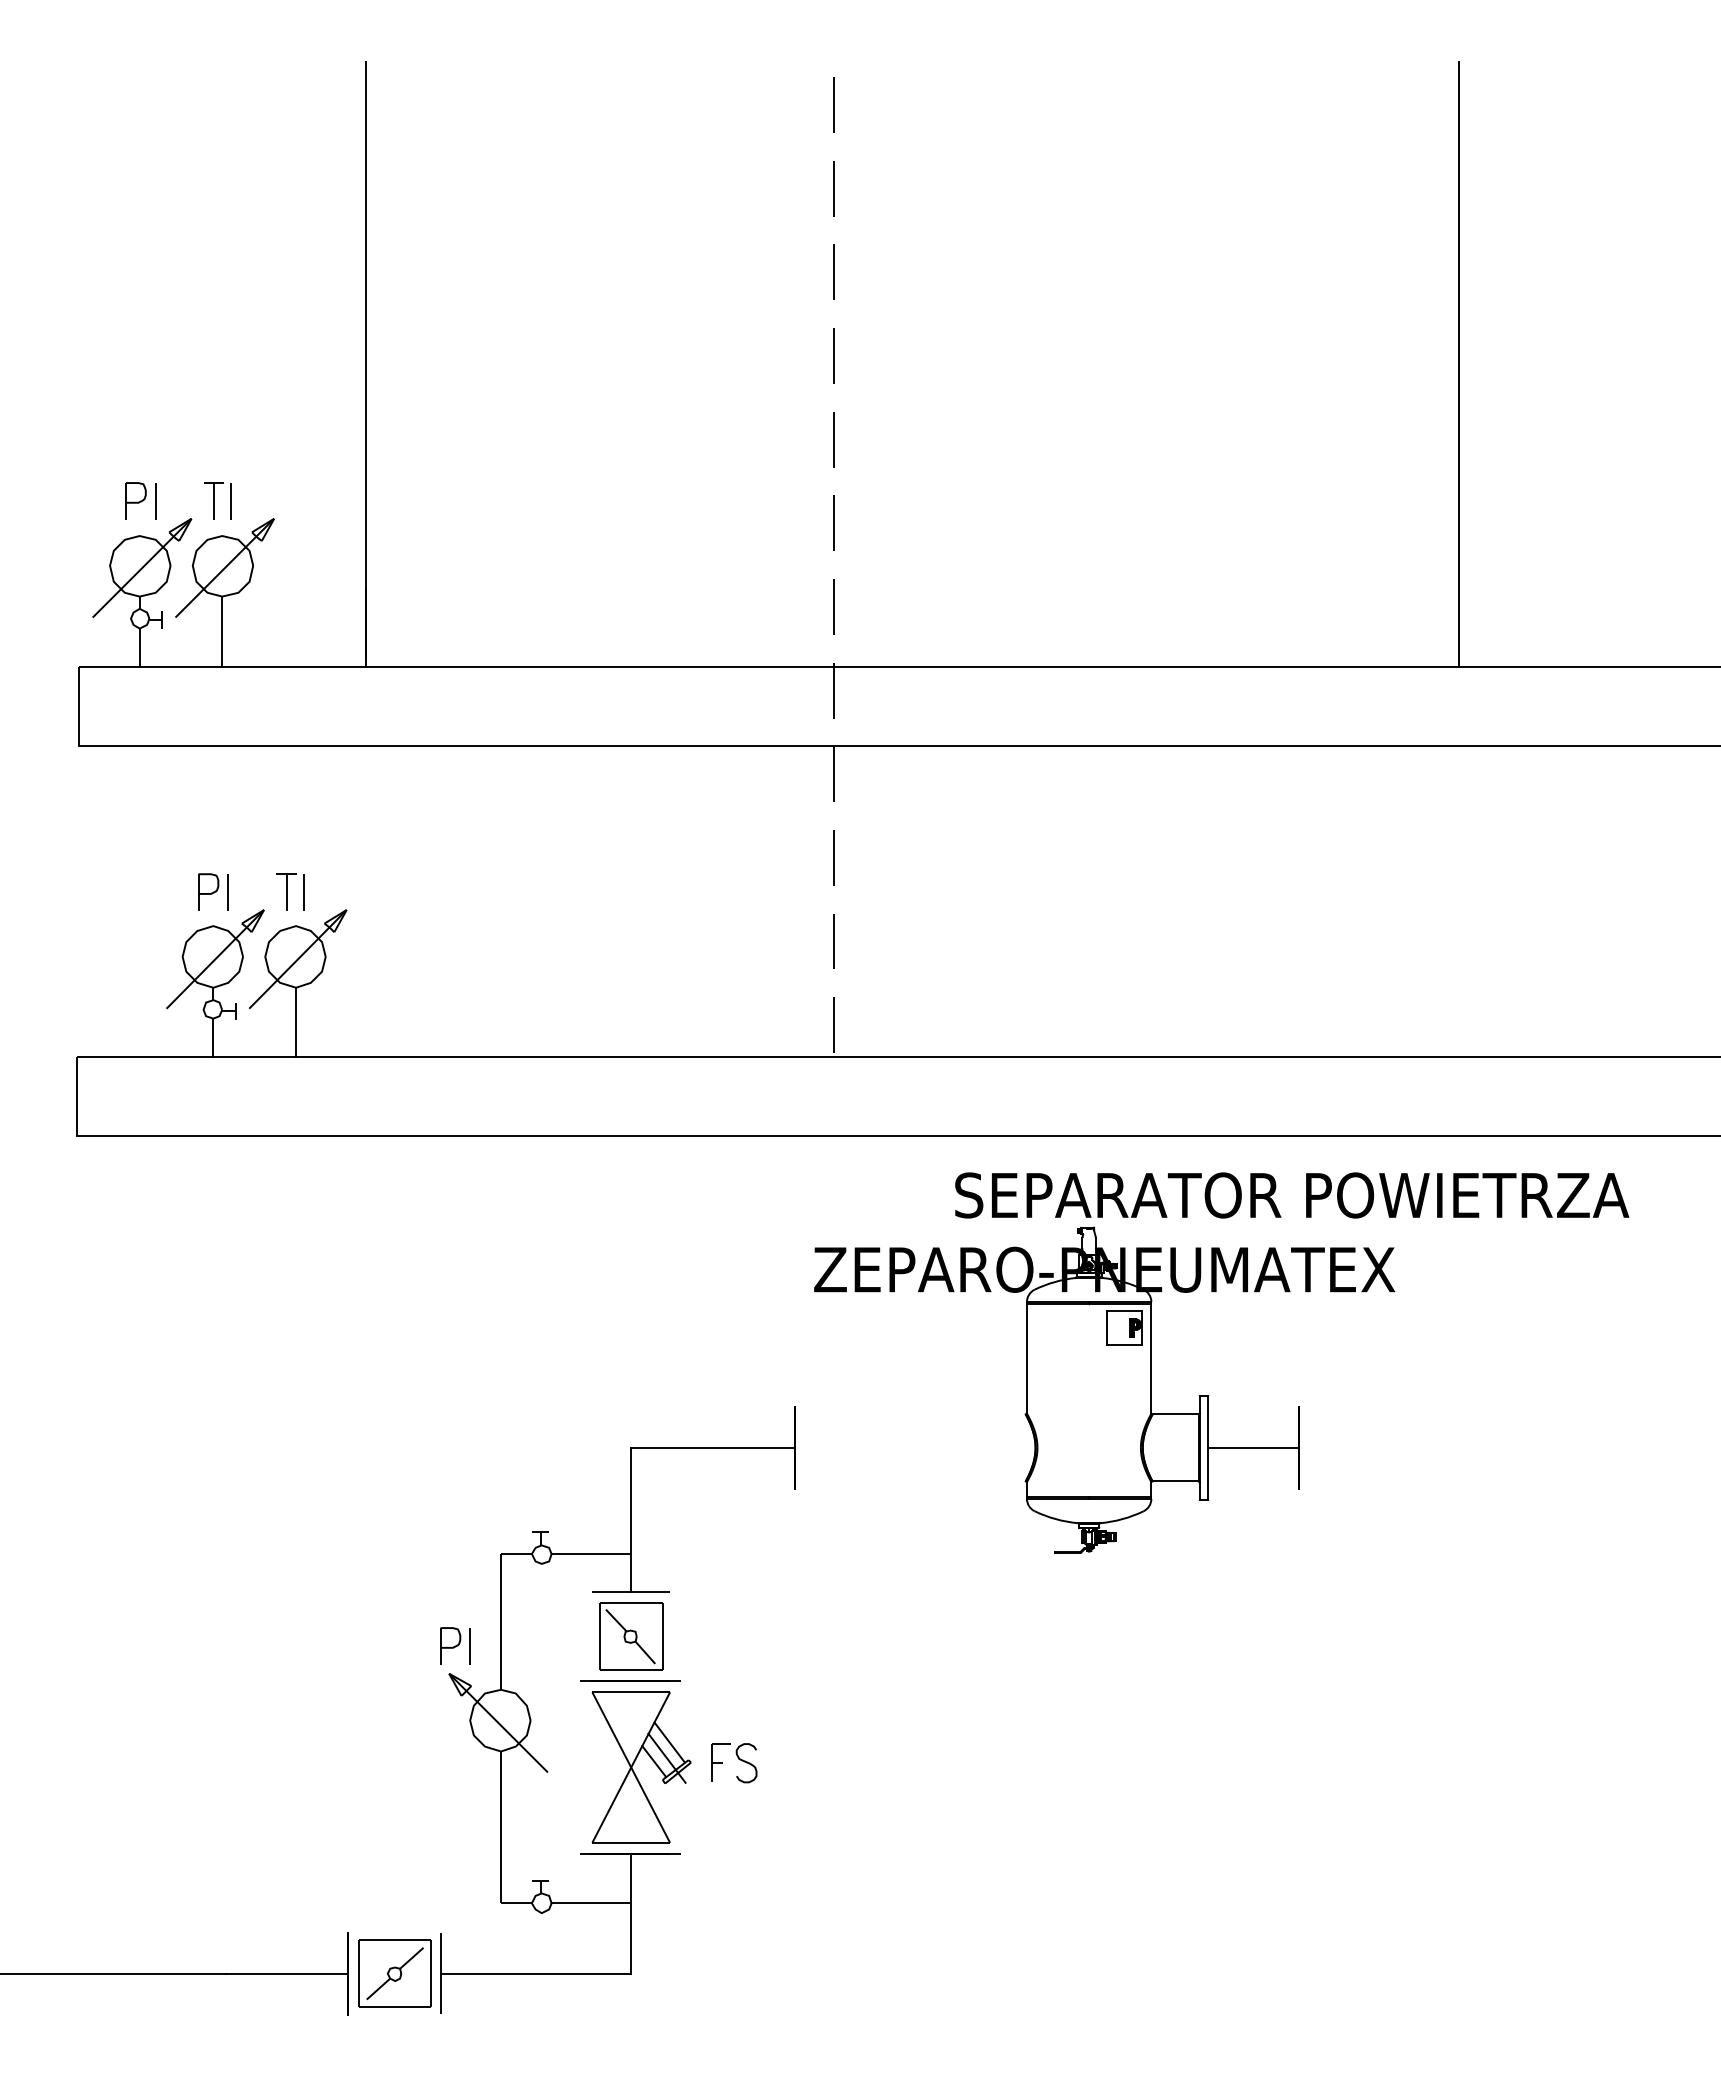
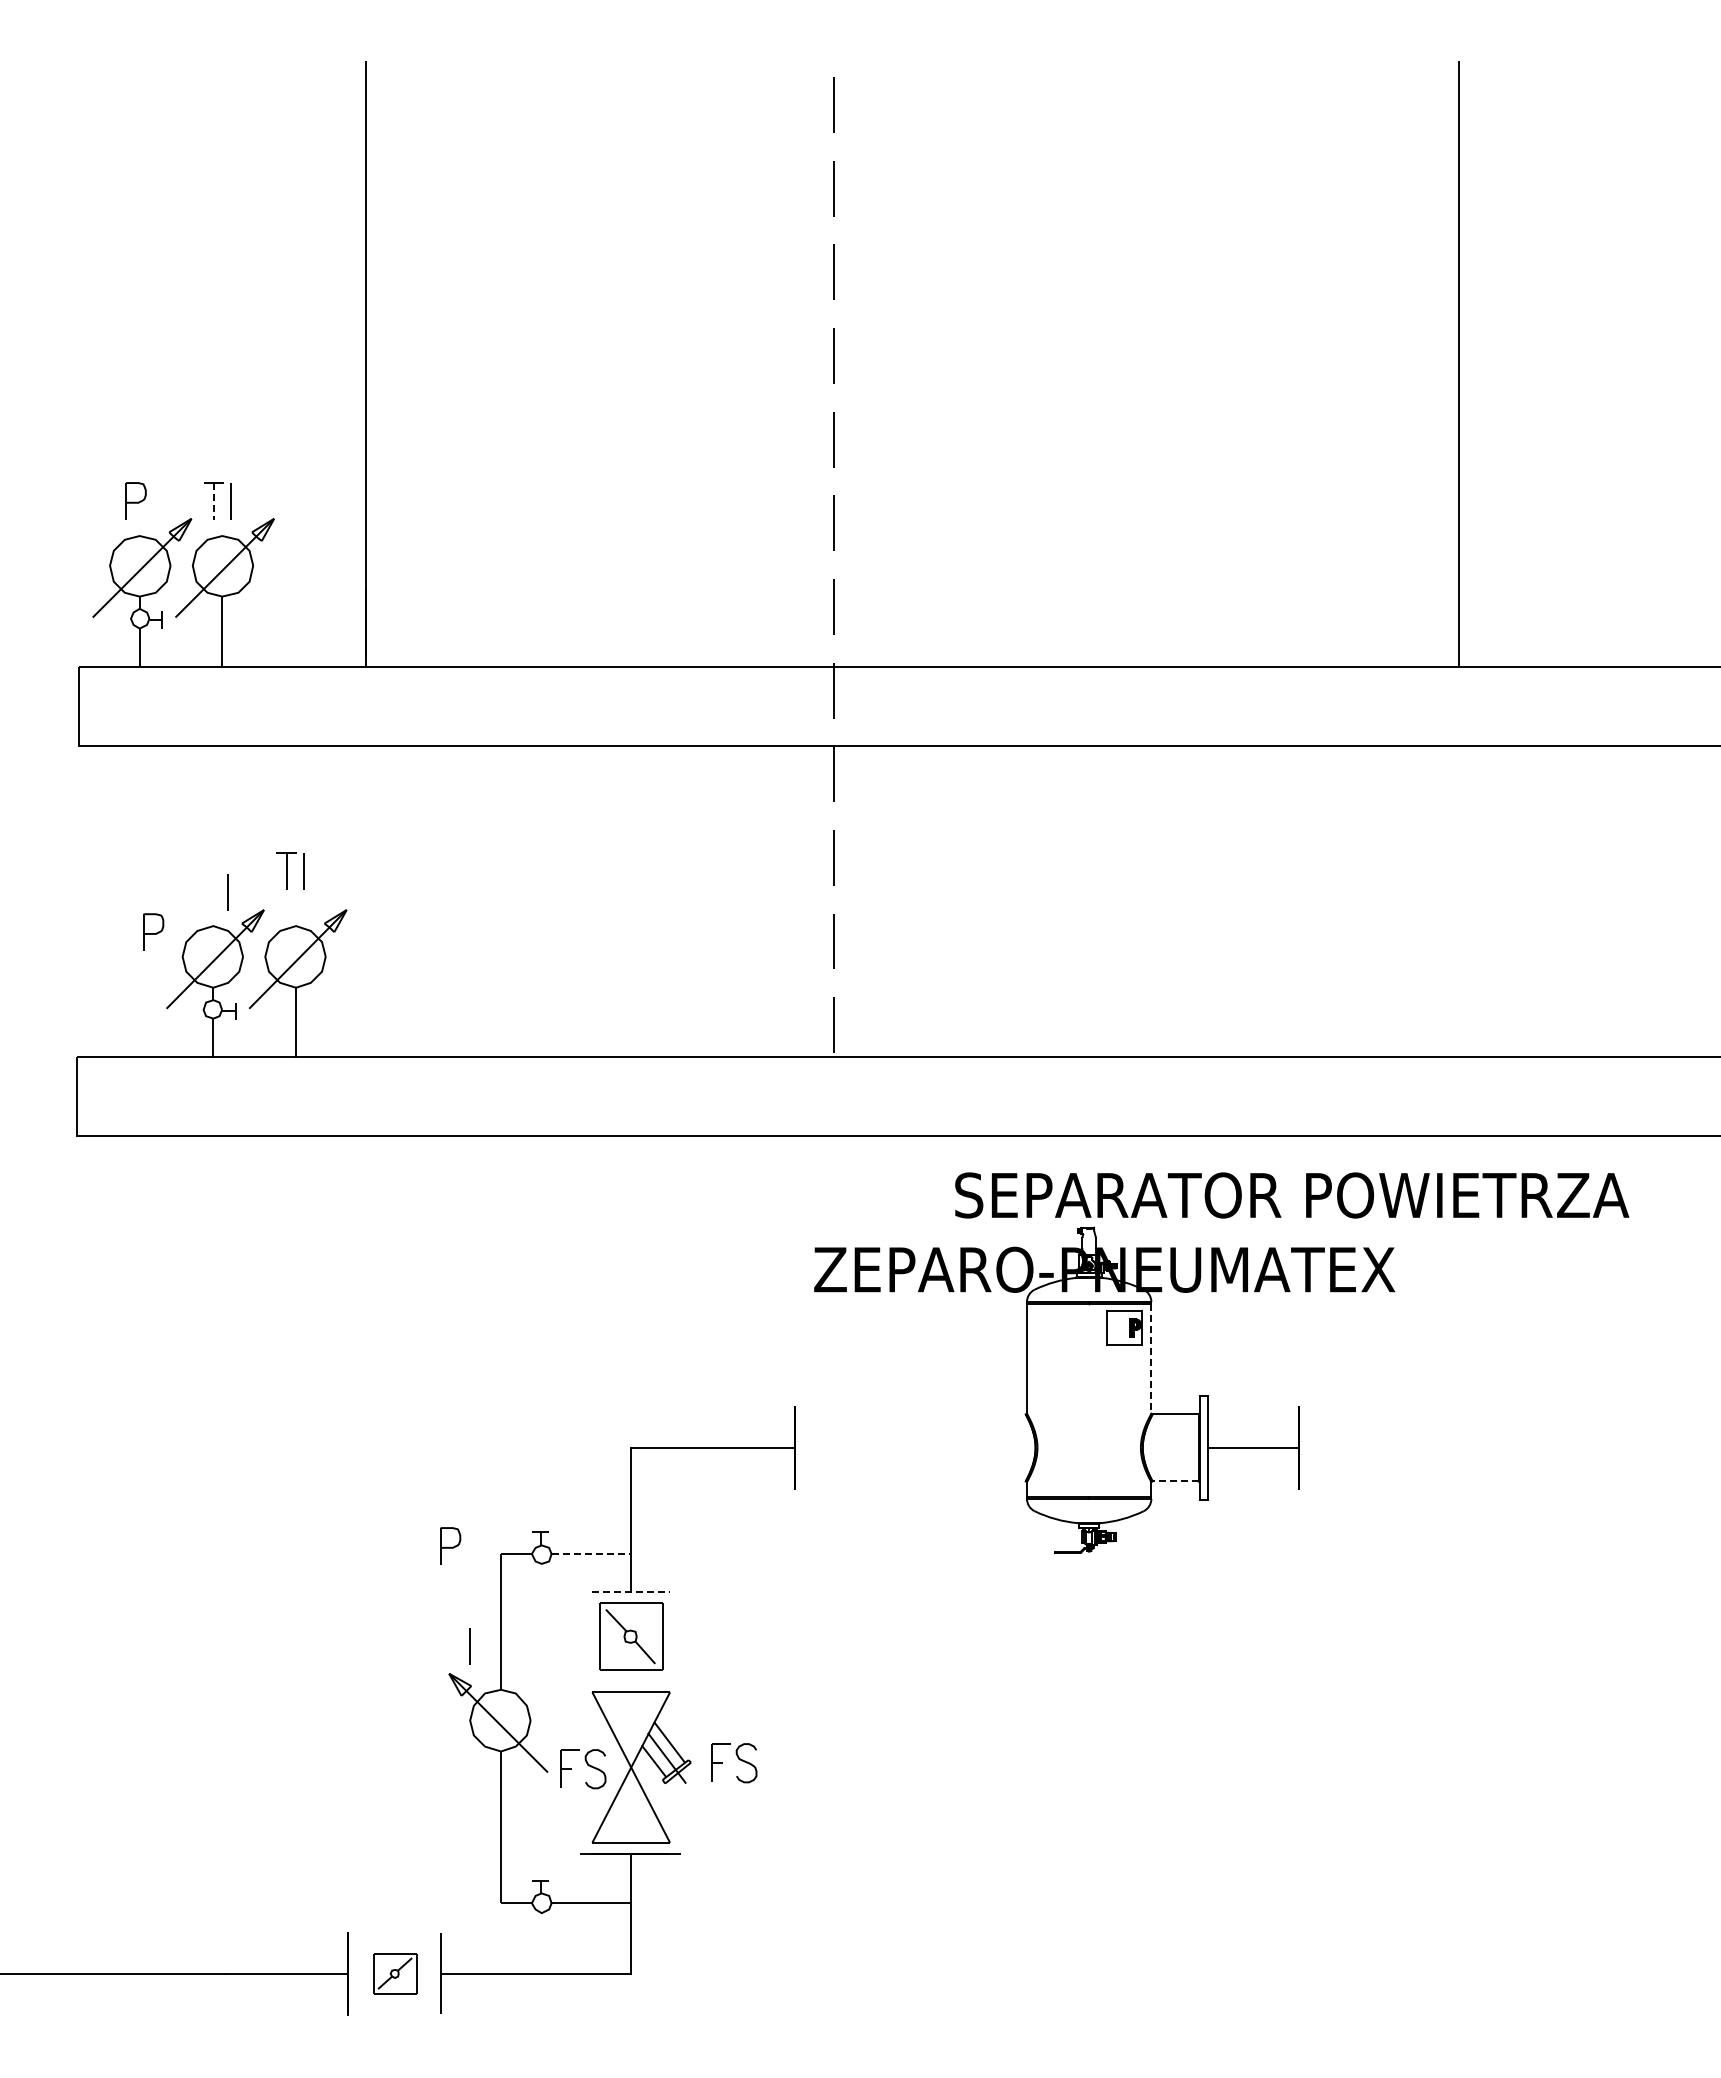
line at (155, 501): present -> none
line at (213, 501): solid -> dashed
part at (208, 891) position: (208, 891) -> (153, 931)
part at (290, 891) position: (290, 891) -> (290, 870)
line at (1151, 1358): solid -> dashed
line at (1175, 1481): solid -> dashed
line at (591, 1554): solid -> dashed
line at (631, 1592): solid -> dashed
part at (450, 1645) position: (450, 1645) -> (450, 1545)
line at (630, 1680): present -> none
part at (583, 1769): none -> present
part at (394, 1973) size: 74x69 px -> 45x42 px
